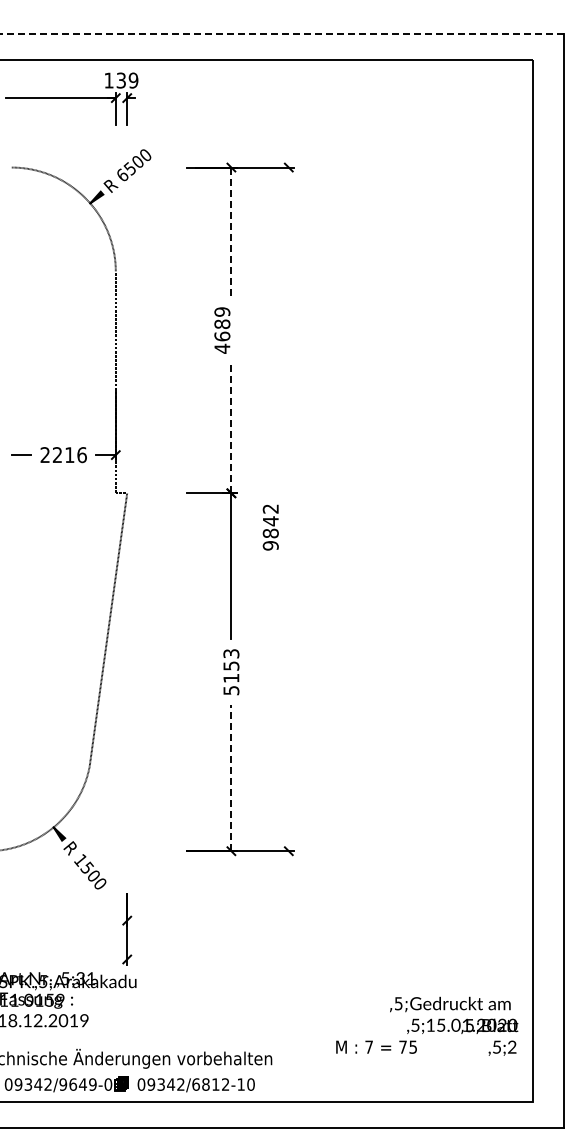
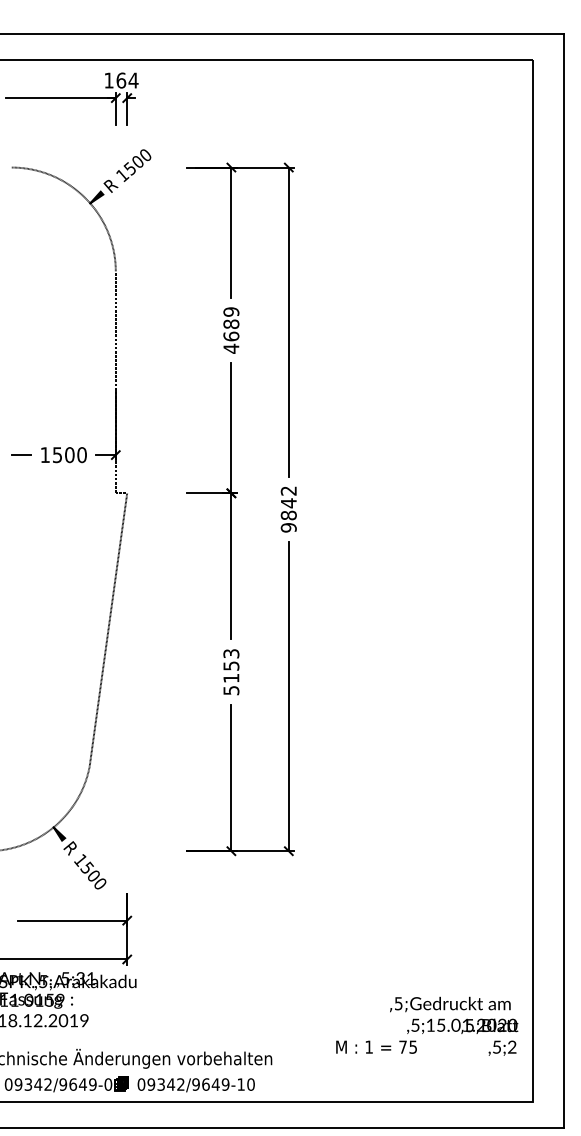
line at (281, 34): dashed -> solid
text at (127, 80): 139 -> 164
text at (122, 174): 6500 -> 1500
line at (231, 233): dashed -> solid
line at (288, 321): none -> present
text at (222, 330) position: (222, 330) -> (231, 330)
line at (231, 427): dashed -> solid
text at (63, 455): 2216 -> 1500
text at (270, 527) position: (270, 527) -> (288, 509)
line at (288, 696): none -> present
line at (231, 777): dashed -> solid
line at (72, 920): none -> present
line at (64, 959): none -> present
text at (368, 1046): 7 -> 1
text at (210, 1084): 09342/6812-10 -> 09342/9649-10
